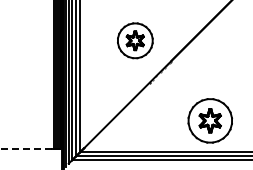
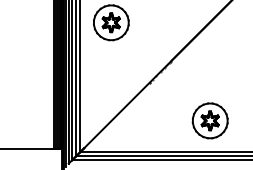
part at (135, 40) position: (135, 40) -> (111, 22)
part at (209, 120) size: 46x46 px -> 38x38 px
line at (26, 149): dashed -> solid
